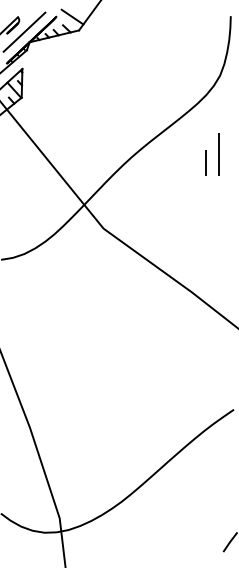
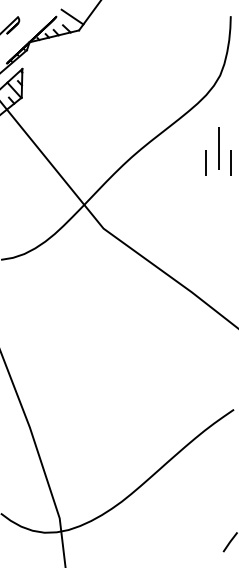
line at (24, 31): present -> none
line at (218, 154) position: (218, 154) -> (218, 148)
line at (230, 162): none -> present
